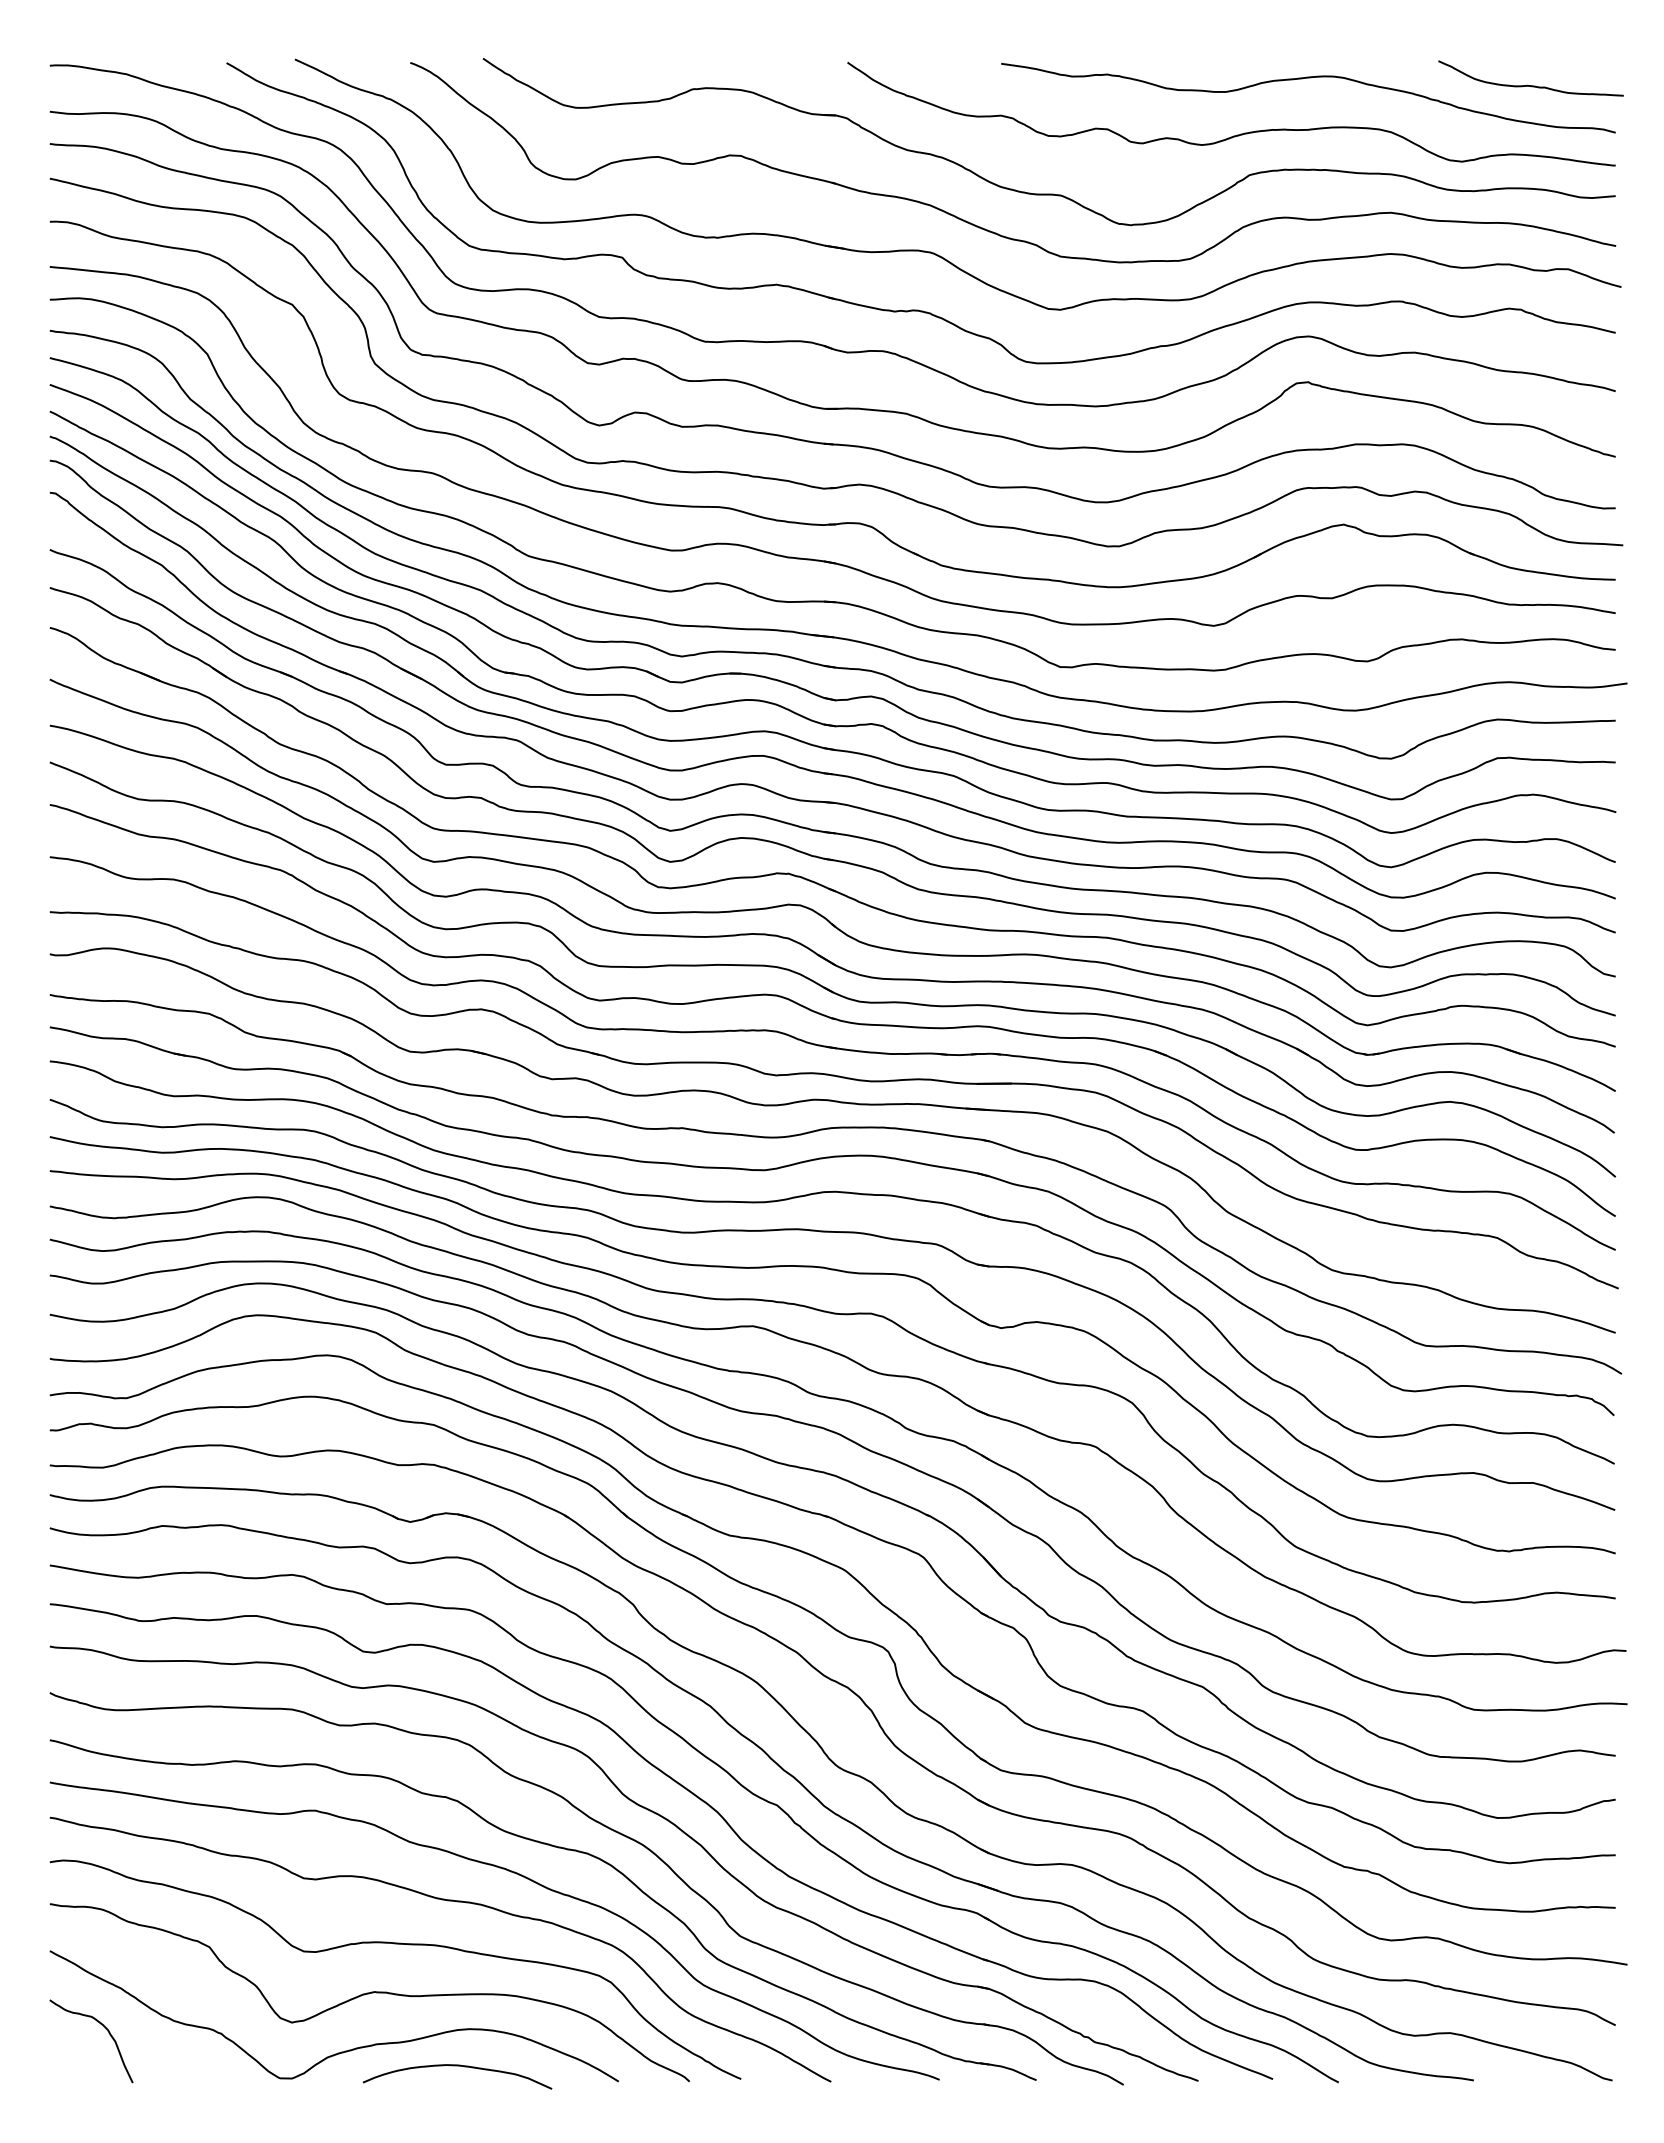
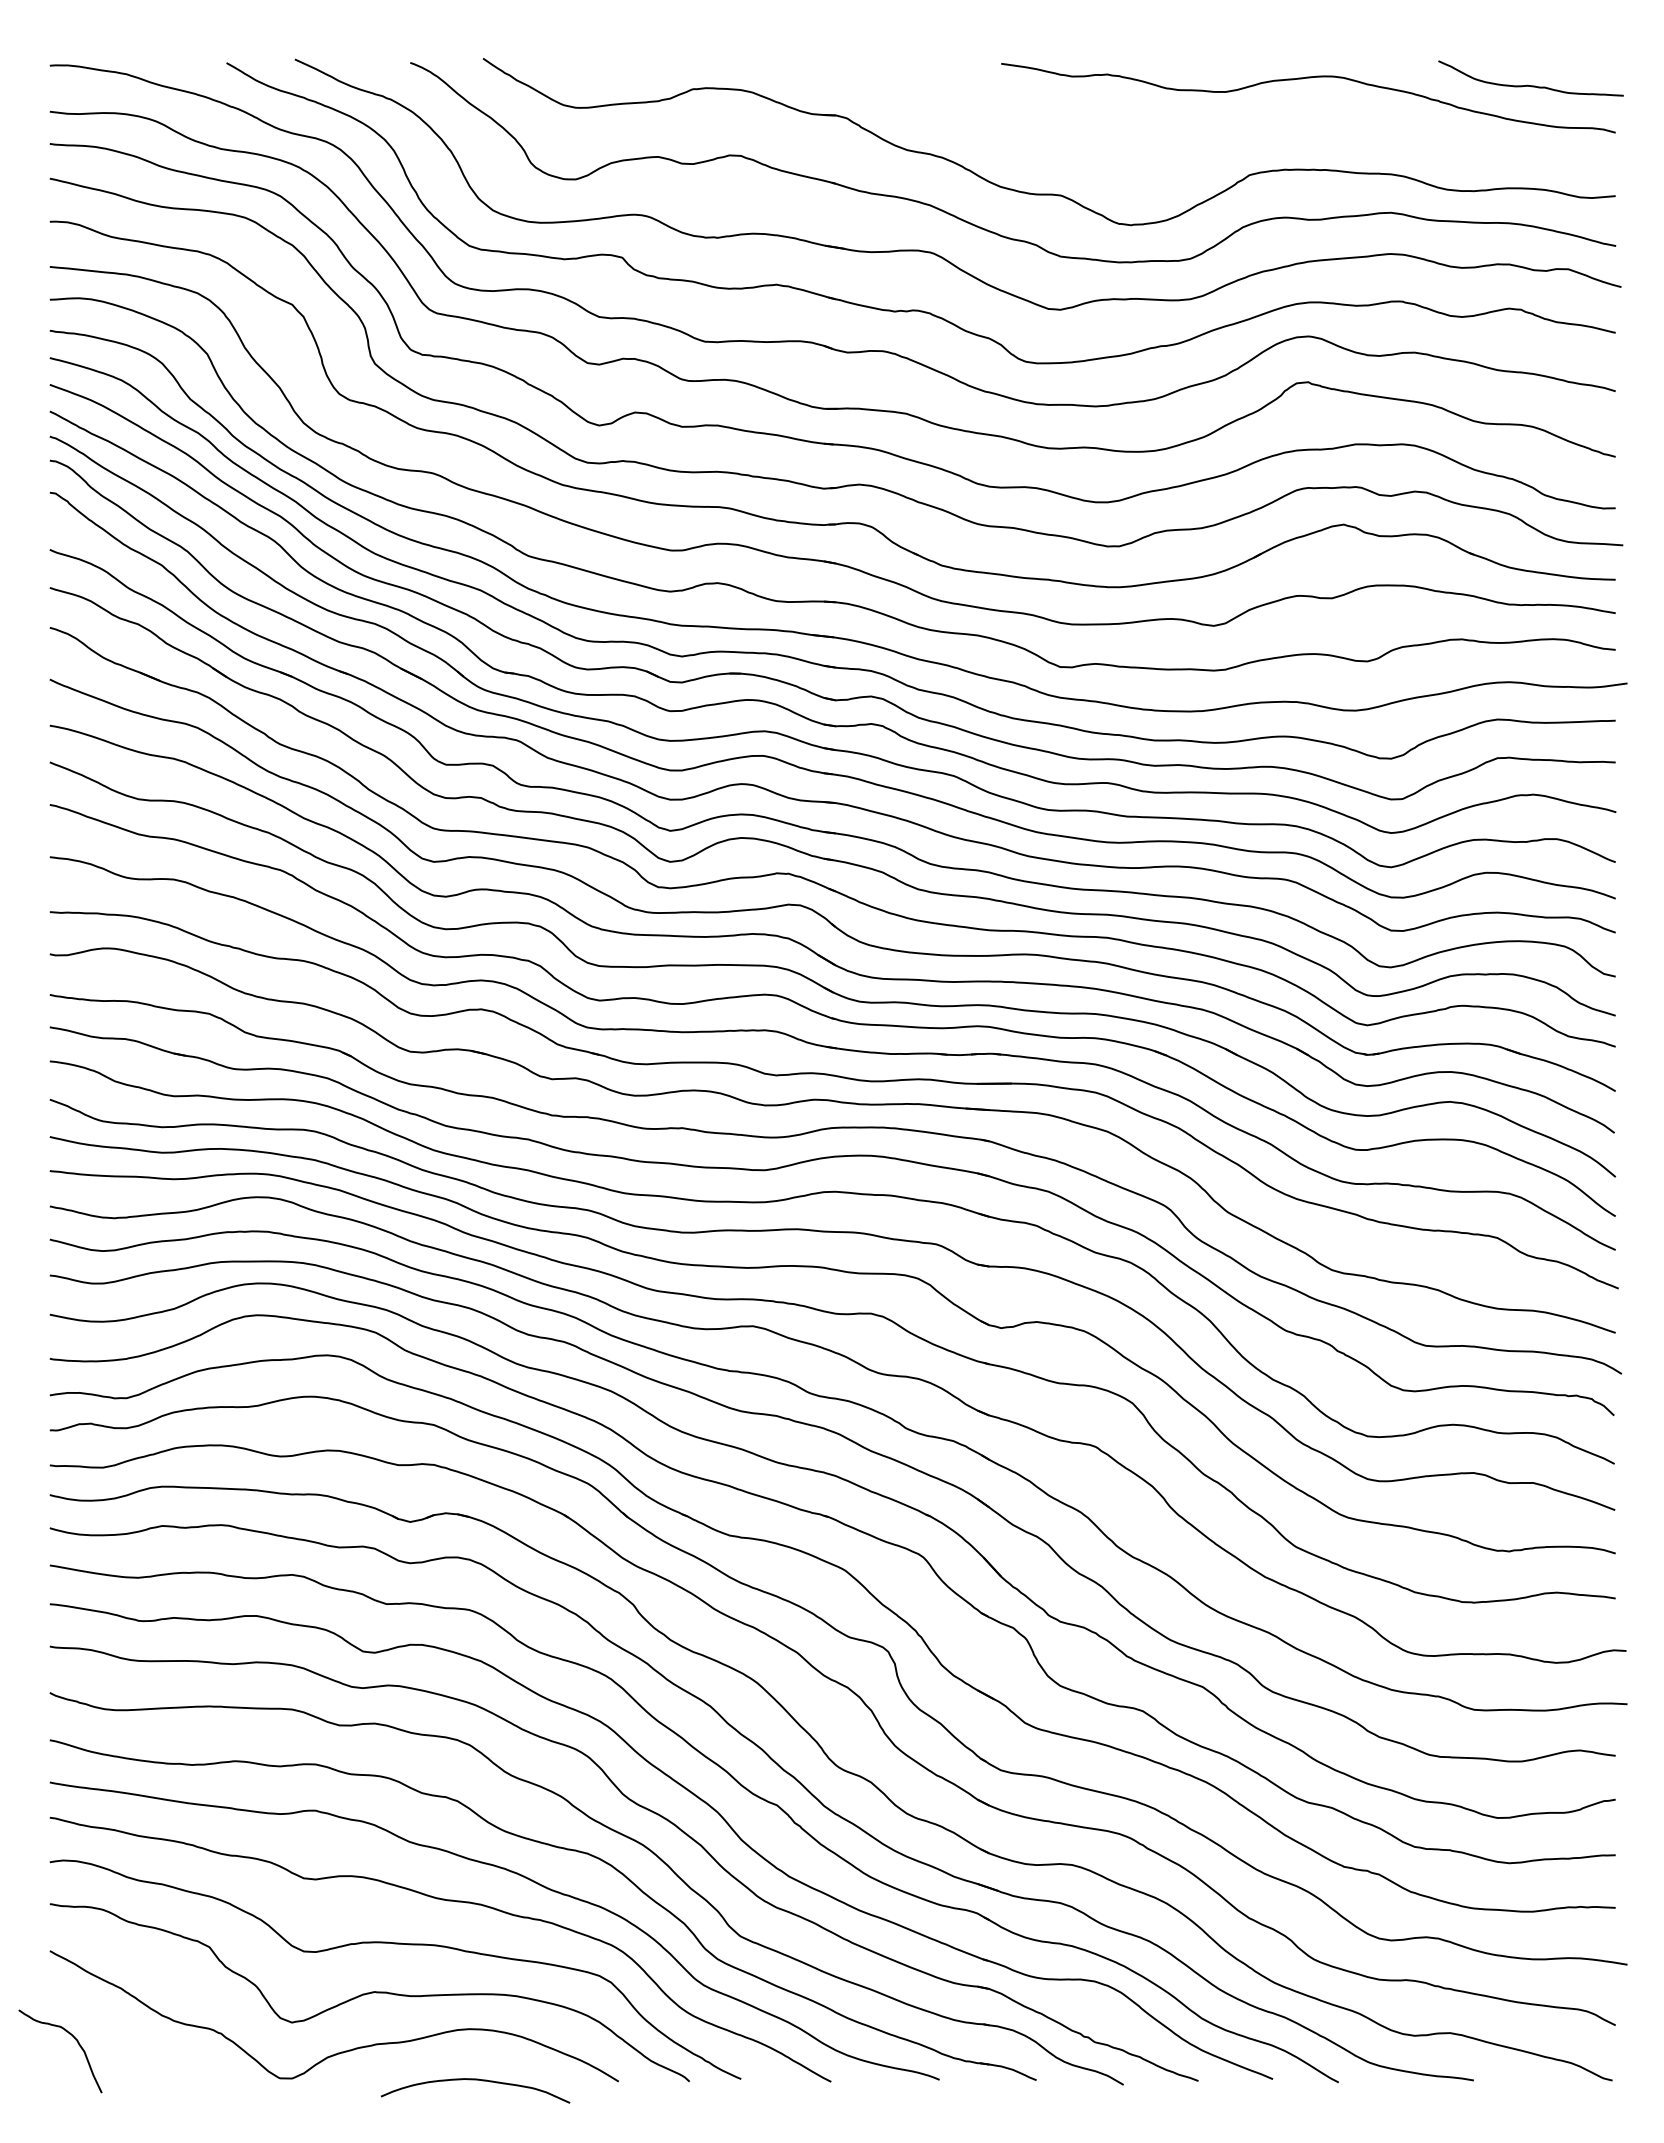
curve at (1237, 134): present -> none
curve at (108, 2033) position: (108, 2033) -> (77, 2043)
curve at (457, 2066) position: (457, 2066) -> (475, 2080)
